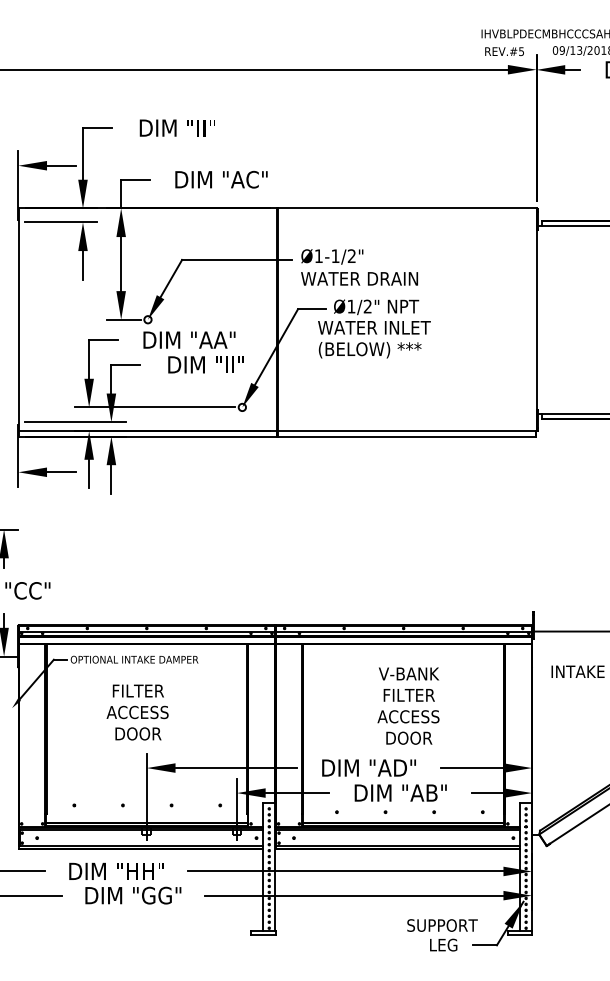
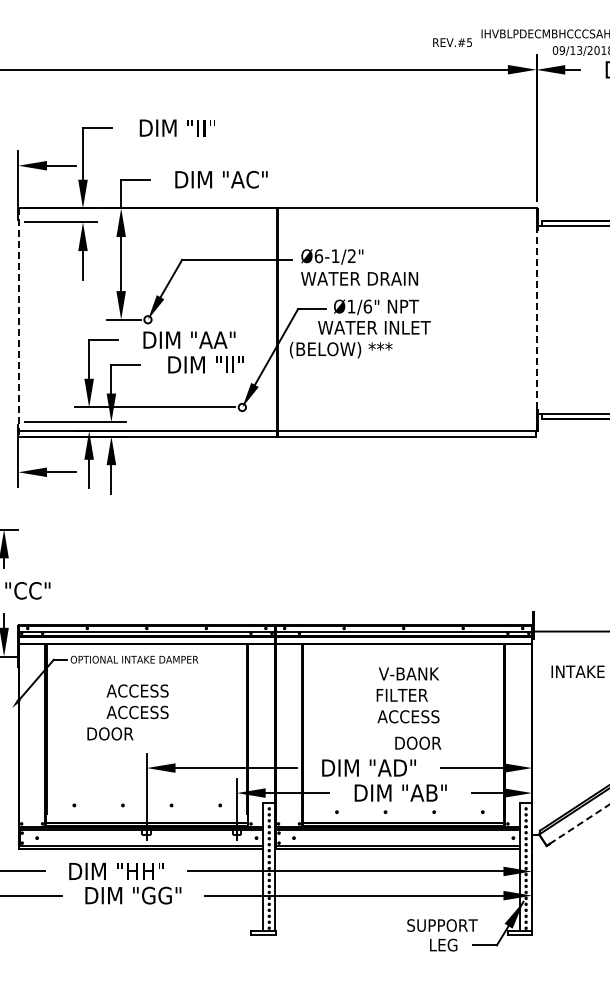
text at (504, 51) position: (504, 51) -> (452, 42)
text at (318, 256): Ø1-1/2" -> Ø6-1/2"
text at (367, 306): Ø1/2" -> Ø1/6"
line at (536, 319): solid -> dashed
line at (18, 322): solid -> dashed
text at (369, 350) position: (369, 350) -> (340, 350)
text at (137, 690): FILTER -> ACCESS
text at (408, 695) position: (408, 695) -> (401, 695)
text at (138, 733) position: (138, 733) -> (110, 733)
text at (409, 737) position: (409, 737) -> (418, 742)
line at (579, 824): solid -> dashed
